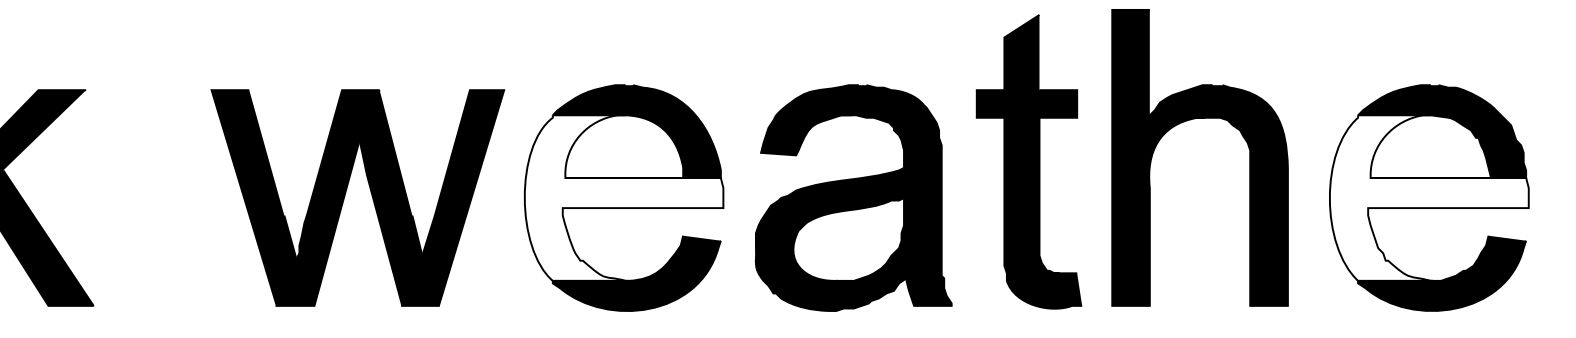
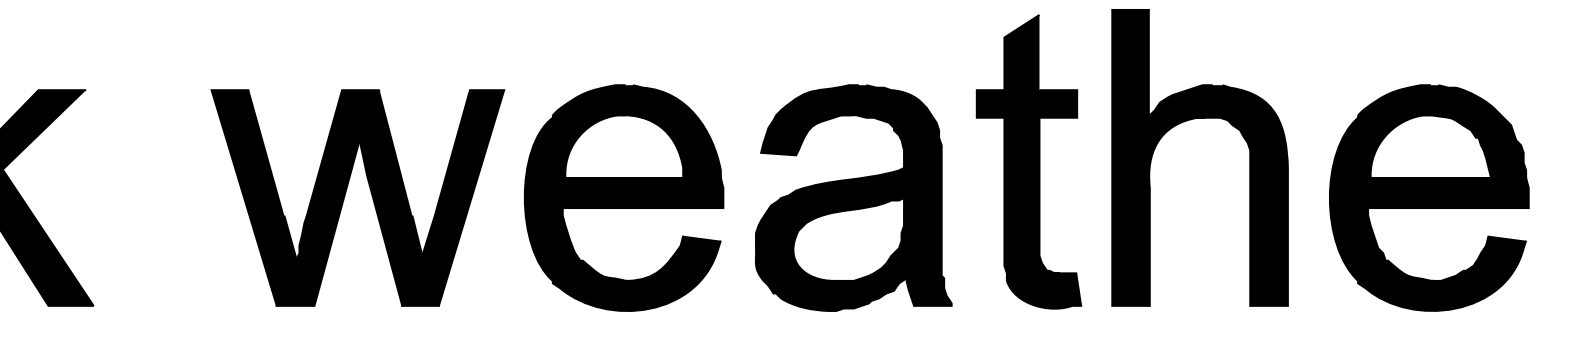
fill at (623, 197): none -> present
fill at (1428, 197): none -> present
